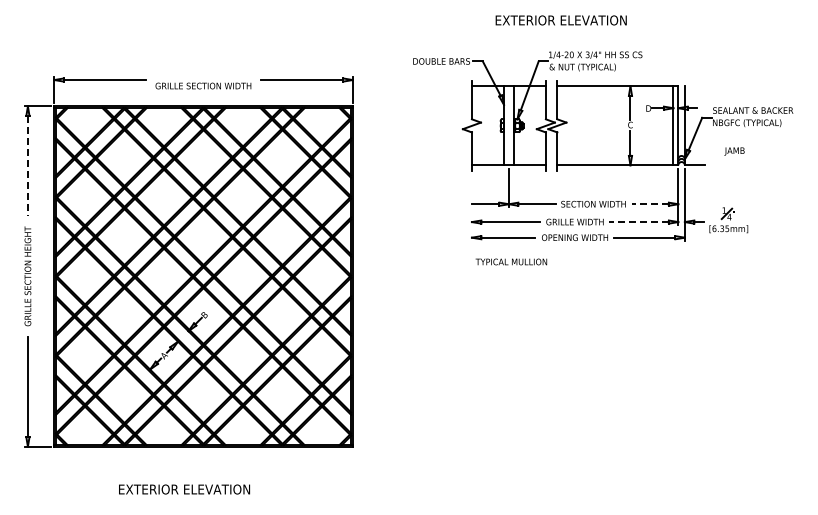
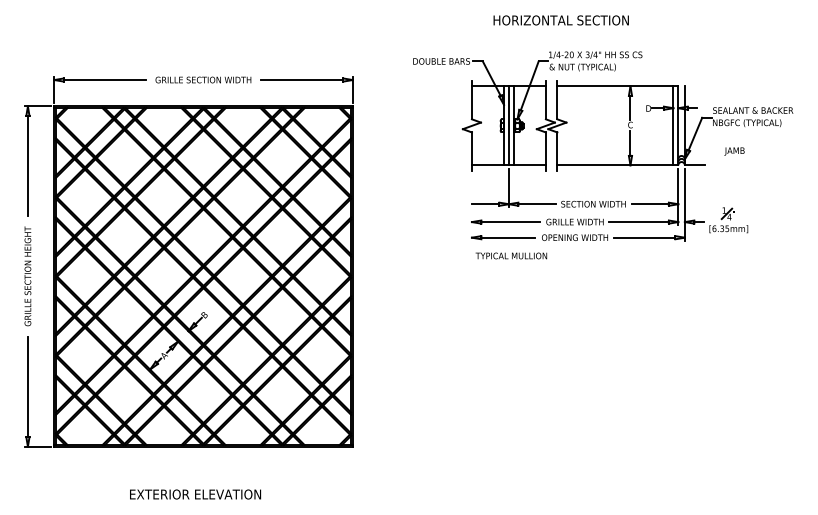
text at (560, 20): EXTERIOR ELEVATION -> HORIZONTAL SECTION
text at (203, 85) position: (203, 85) -> (203, 79)
line at (508, 125): none -> present
line at (27, 166): dashed -> solid
line at (650, 204): dashed -> solid
line at (639, 222): dashed -> solid
text at (511, 261) position: (511, 261) -> (511, 255)
text at (184, 489) position: (184, 489) -> (195, 494)
